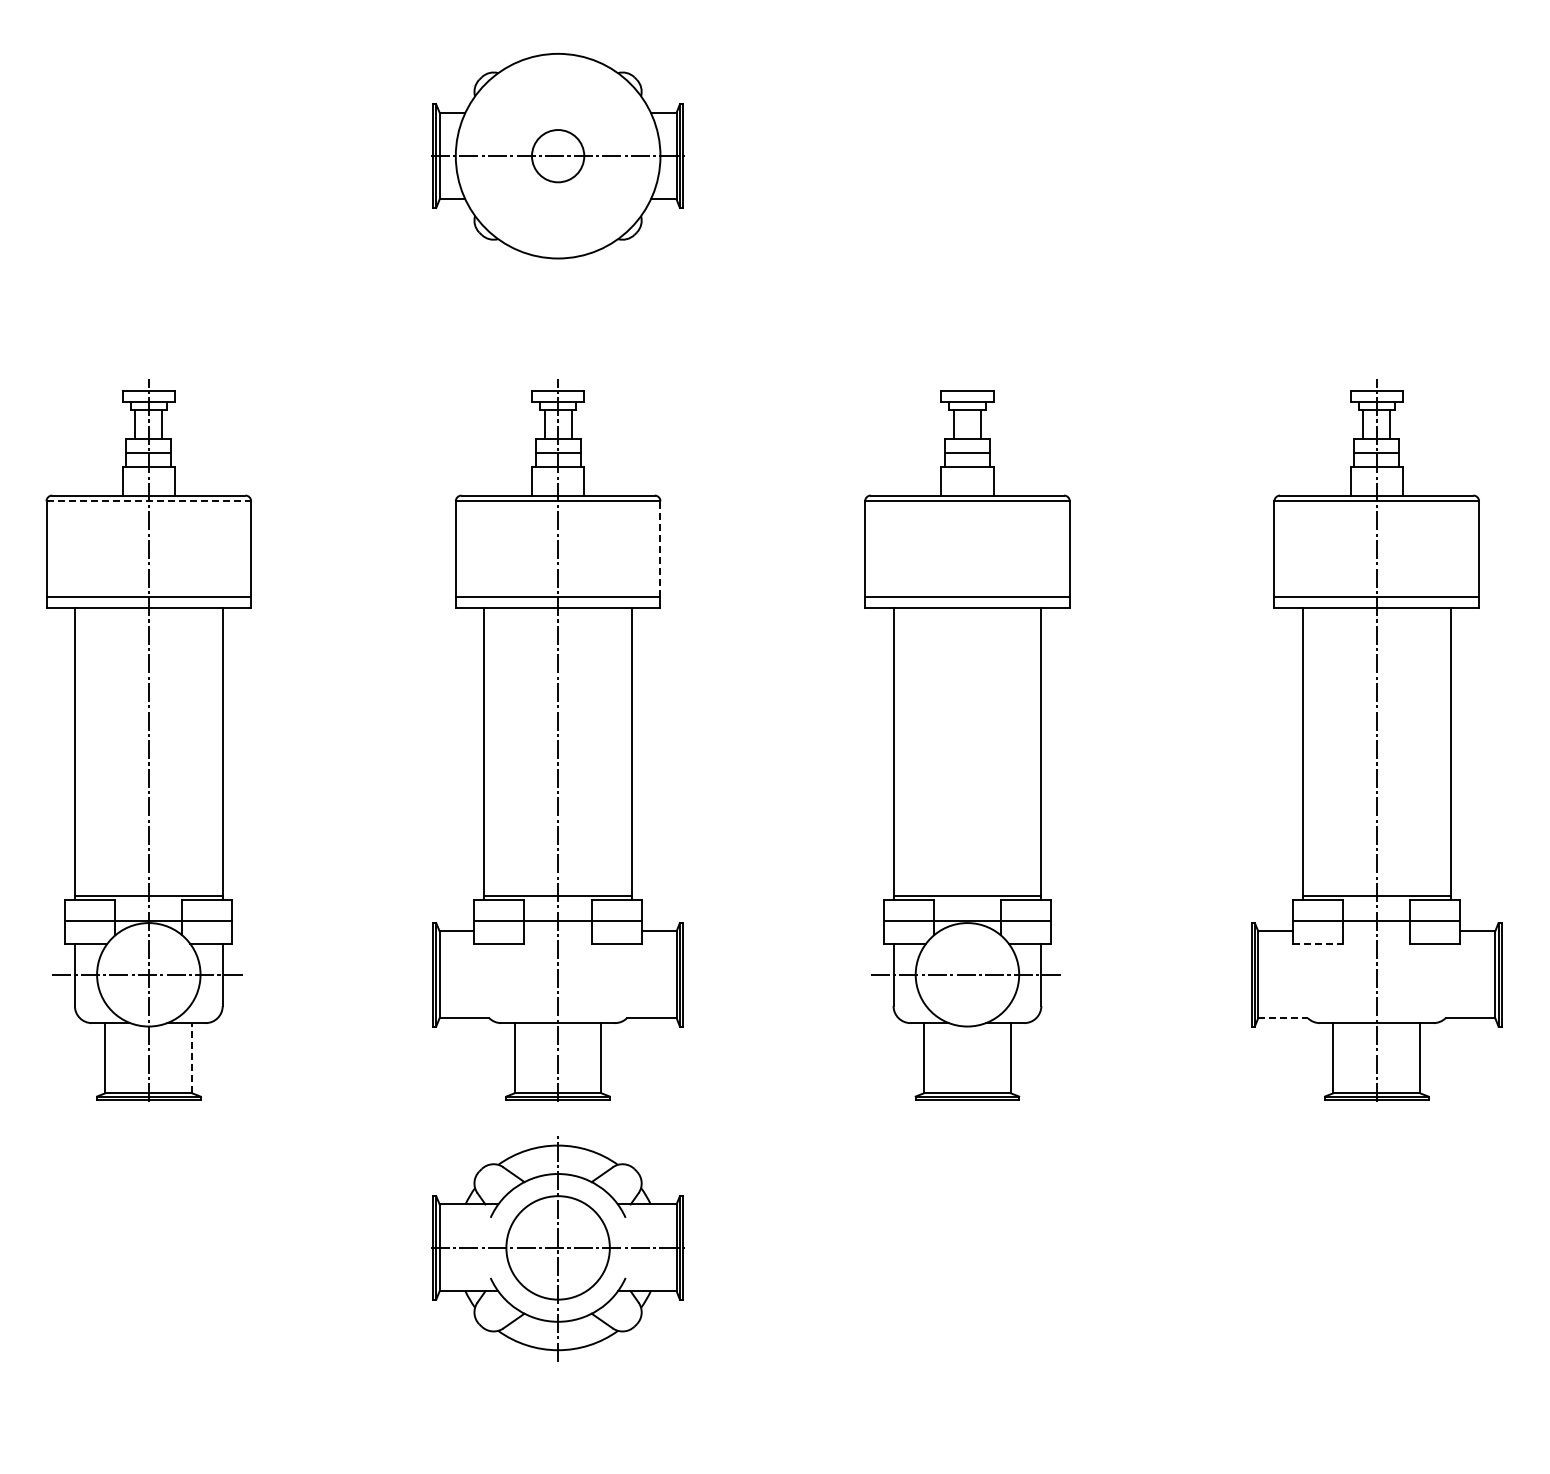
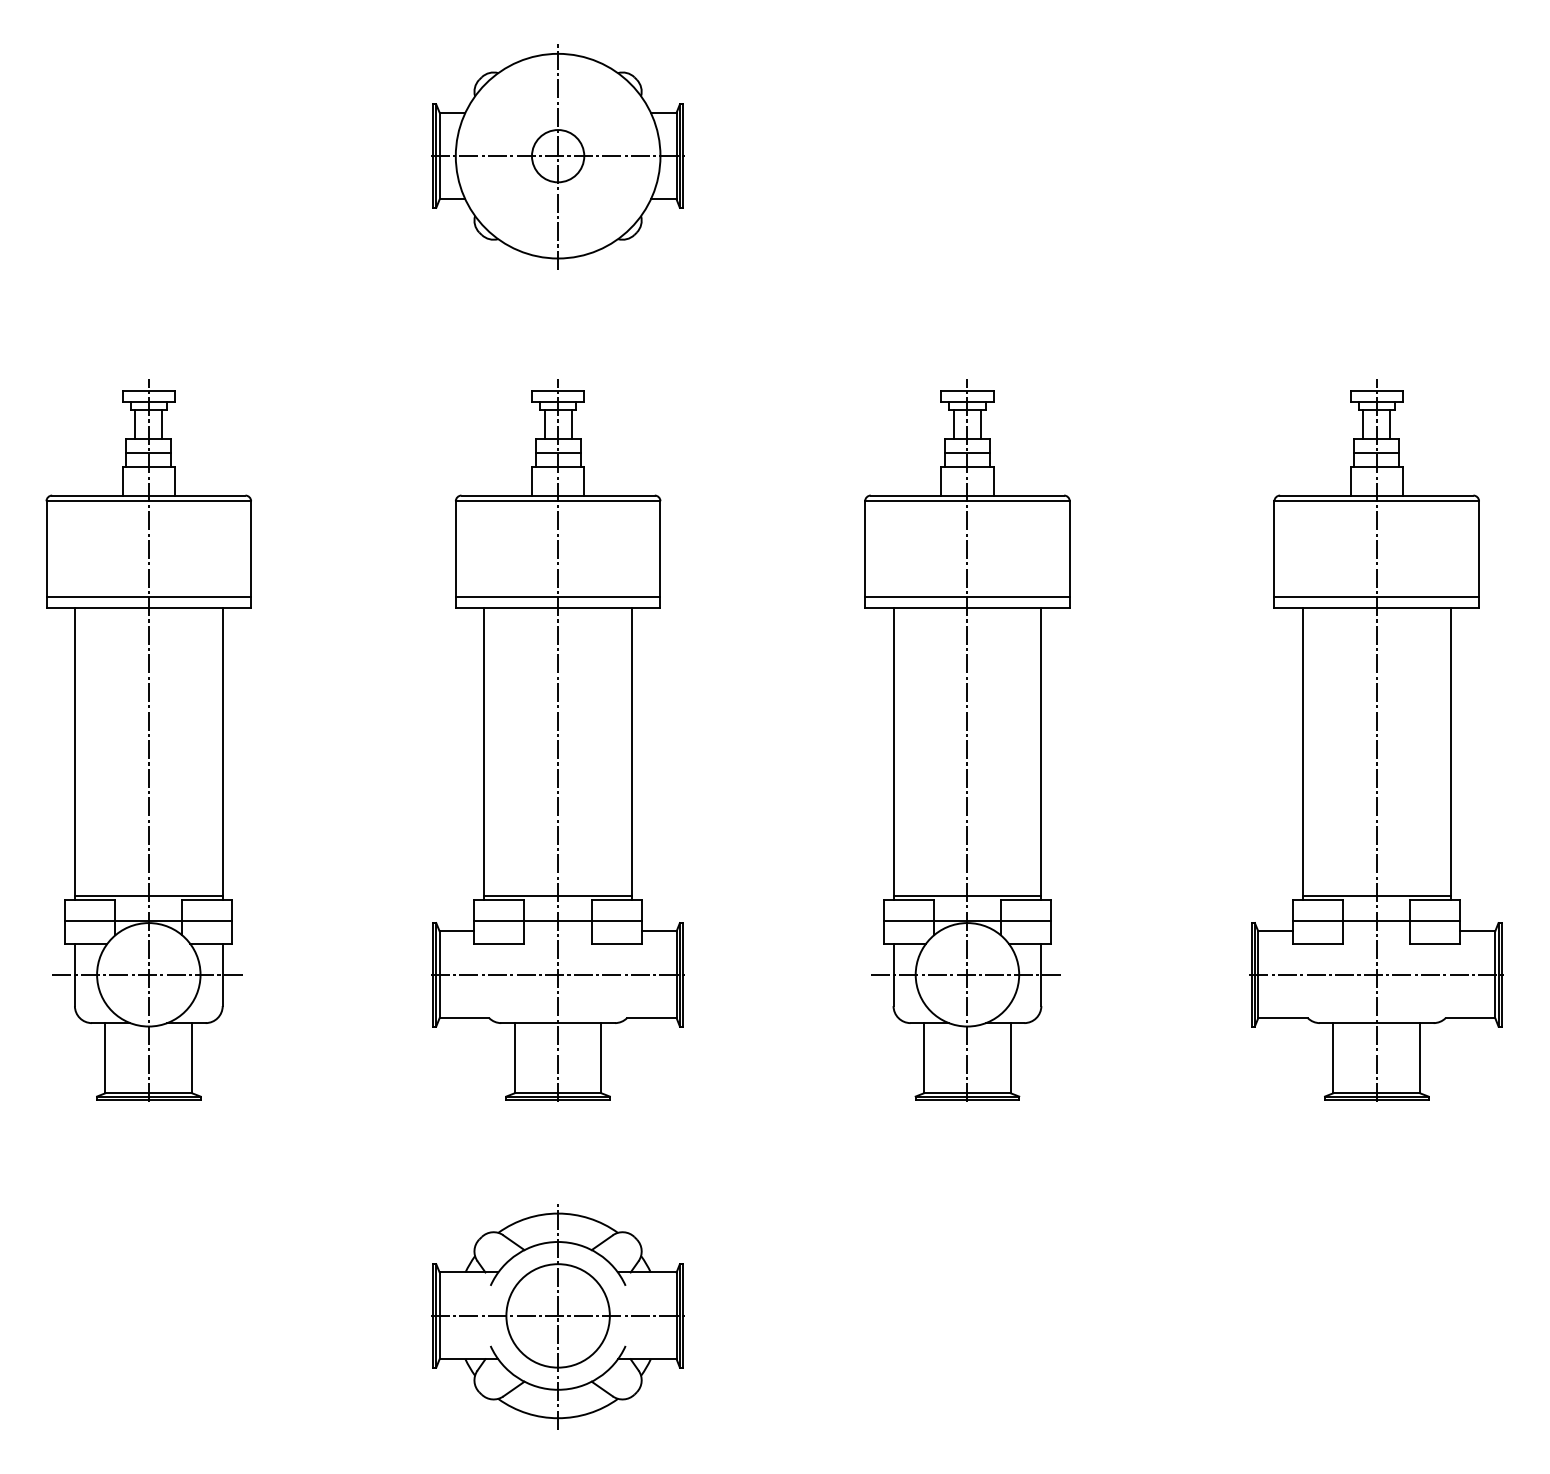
line at (558, 155): none -> present
line at (149, 501): dashed -> solid
line at (660, 548): dashed -> solid
line at (967, 740): none -> present
line at (1318, 944): dashed -> solid
line at (557, 974): none -> present
line at (1376, 974): none -> present
line at (1283, 1018): dashed -> solid
line at (192, 1057): dashed -> solid
part at (557, 1248) position: (557, 1248) -> (557, 1316)
